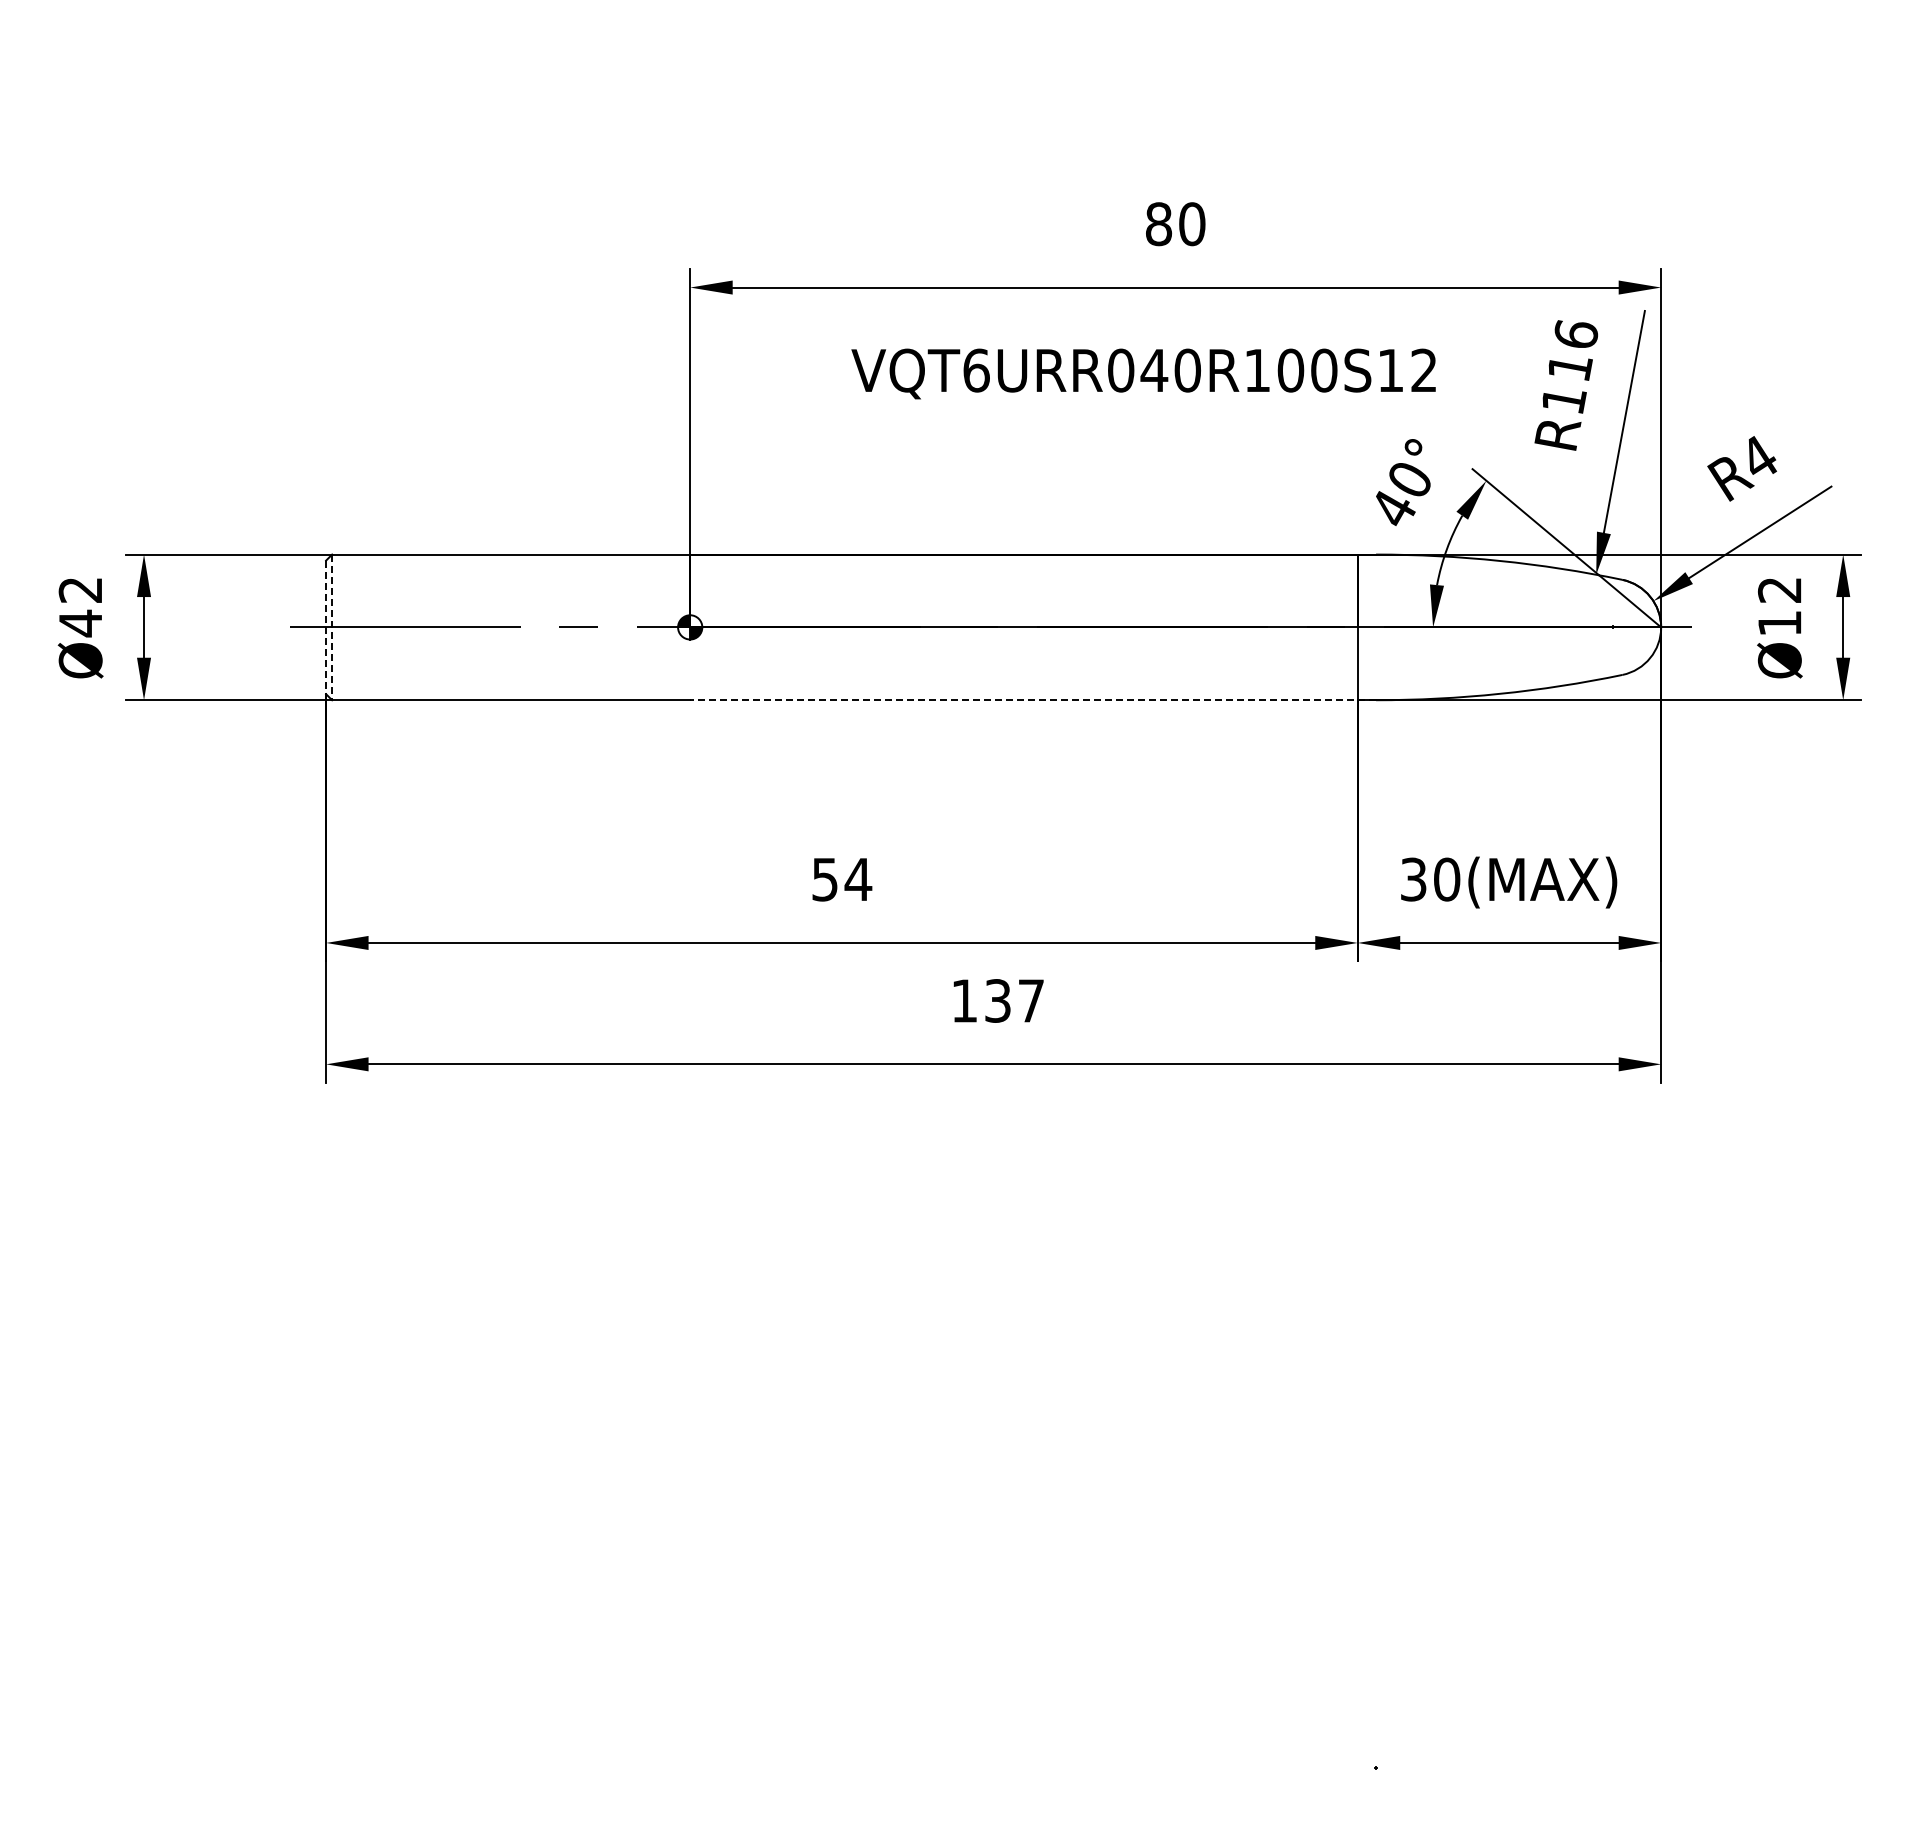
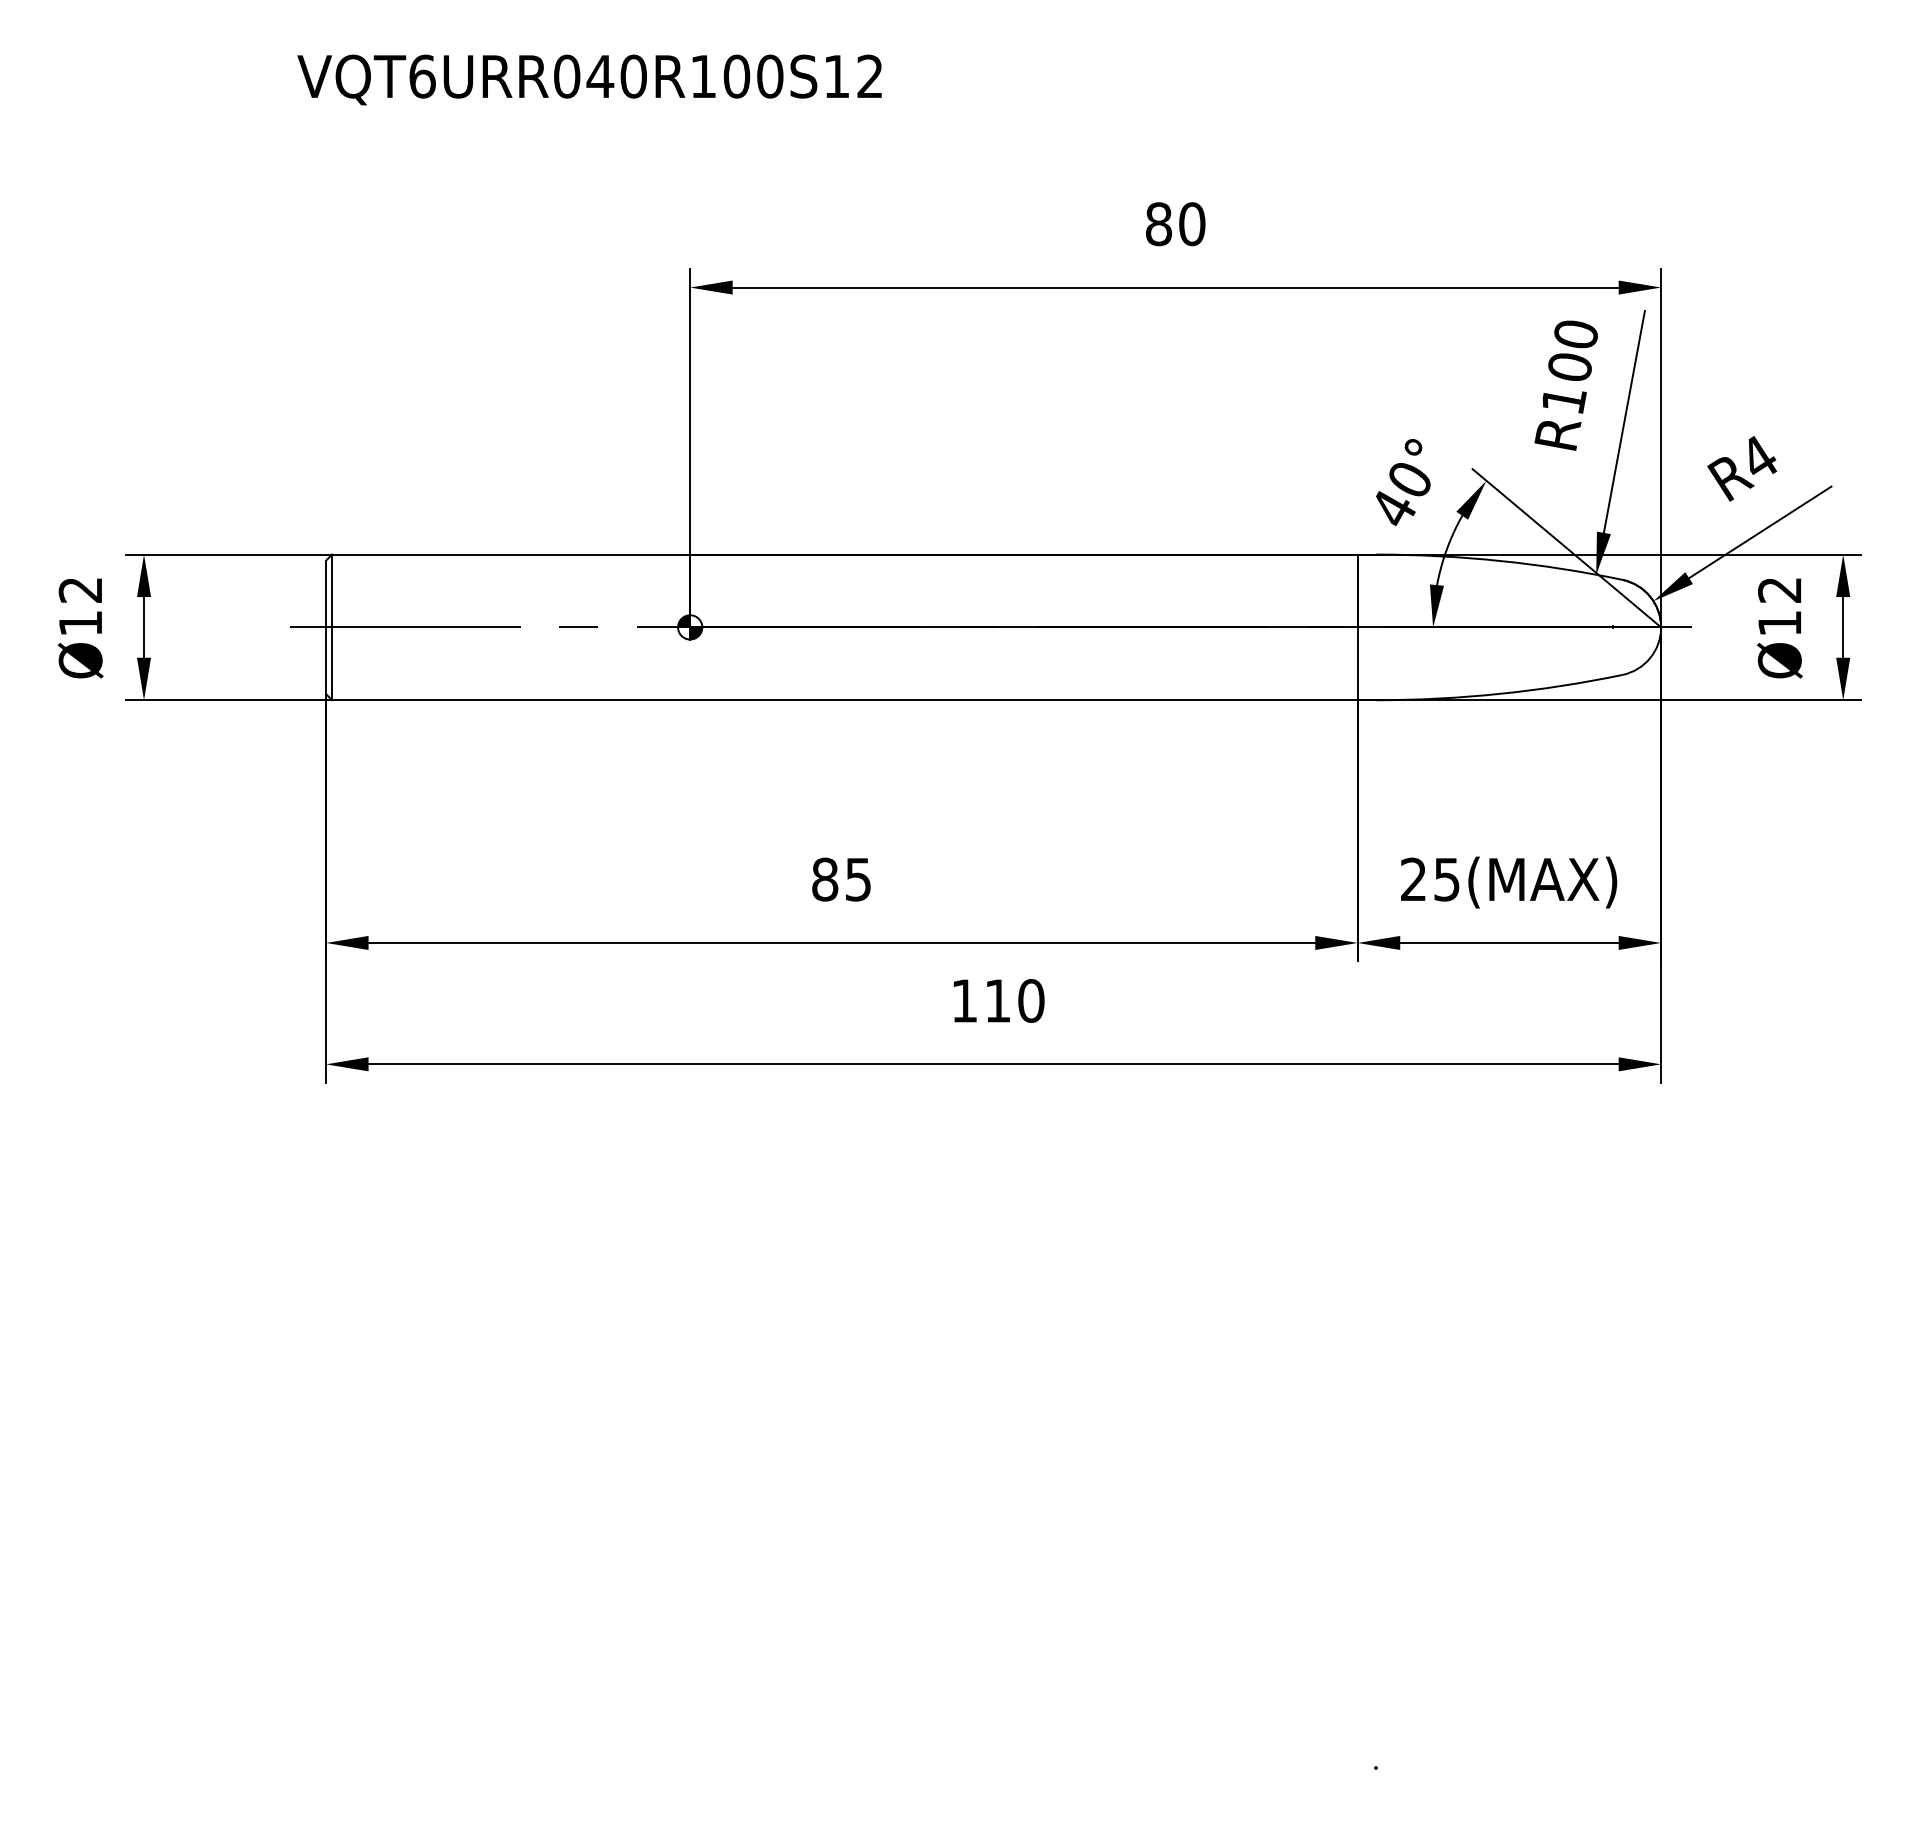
text at (1573, 350): R116 -> R100
text at (1143, 373) position: (1143, 373) -> (589, 79)
text at (80, 623): Ø42 -> Ø12
line at (326, 627): dashed -> solid
line at (332, 627): dashed -> solid
line at (1033, 700): dashed -> solid
text at (842, 879): 54 -> 85
text at (1430, 879): 30(MAX) -> 25(MAX)
text at (1014, 1000): 137 -> 110
